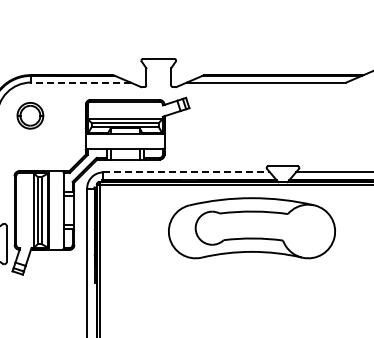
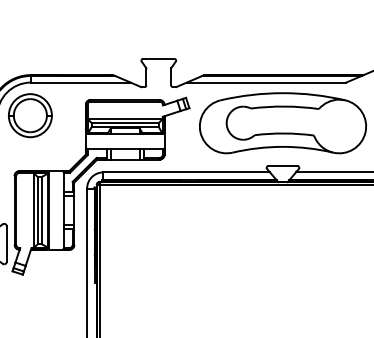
line at (80, 82): dashed -> solid
part at (30, 115) size: 29x28 px -> 45x46 px
line at (187, 172): dashed -> solid
part at (251, 228) position: (251, 228) -> (282, 123)
